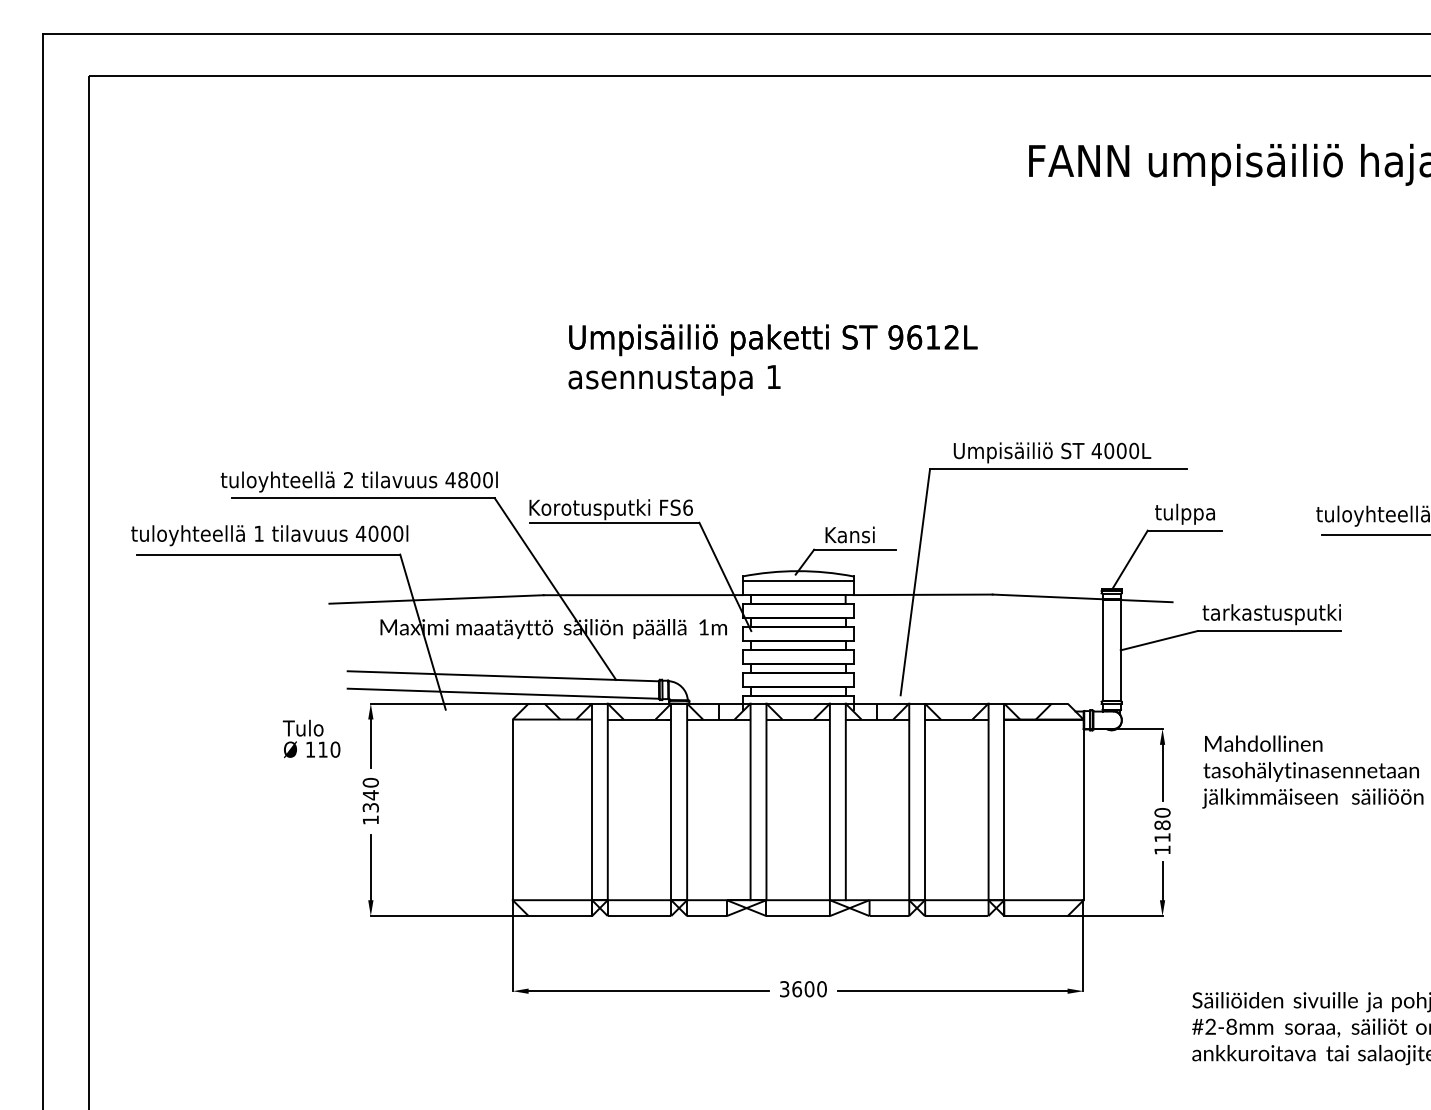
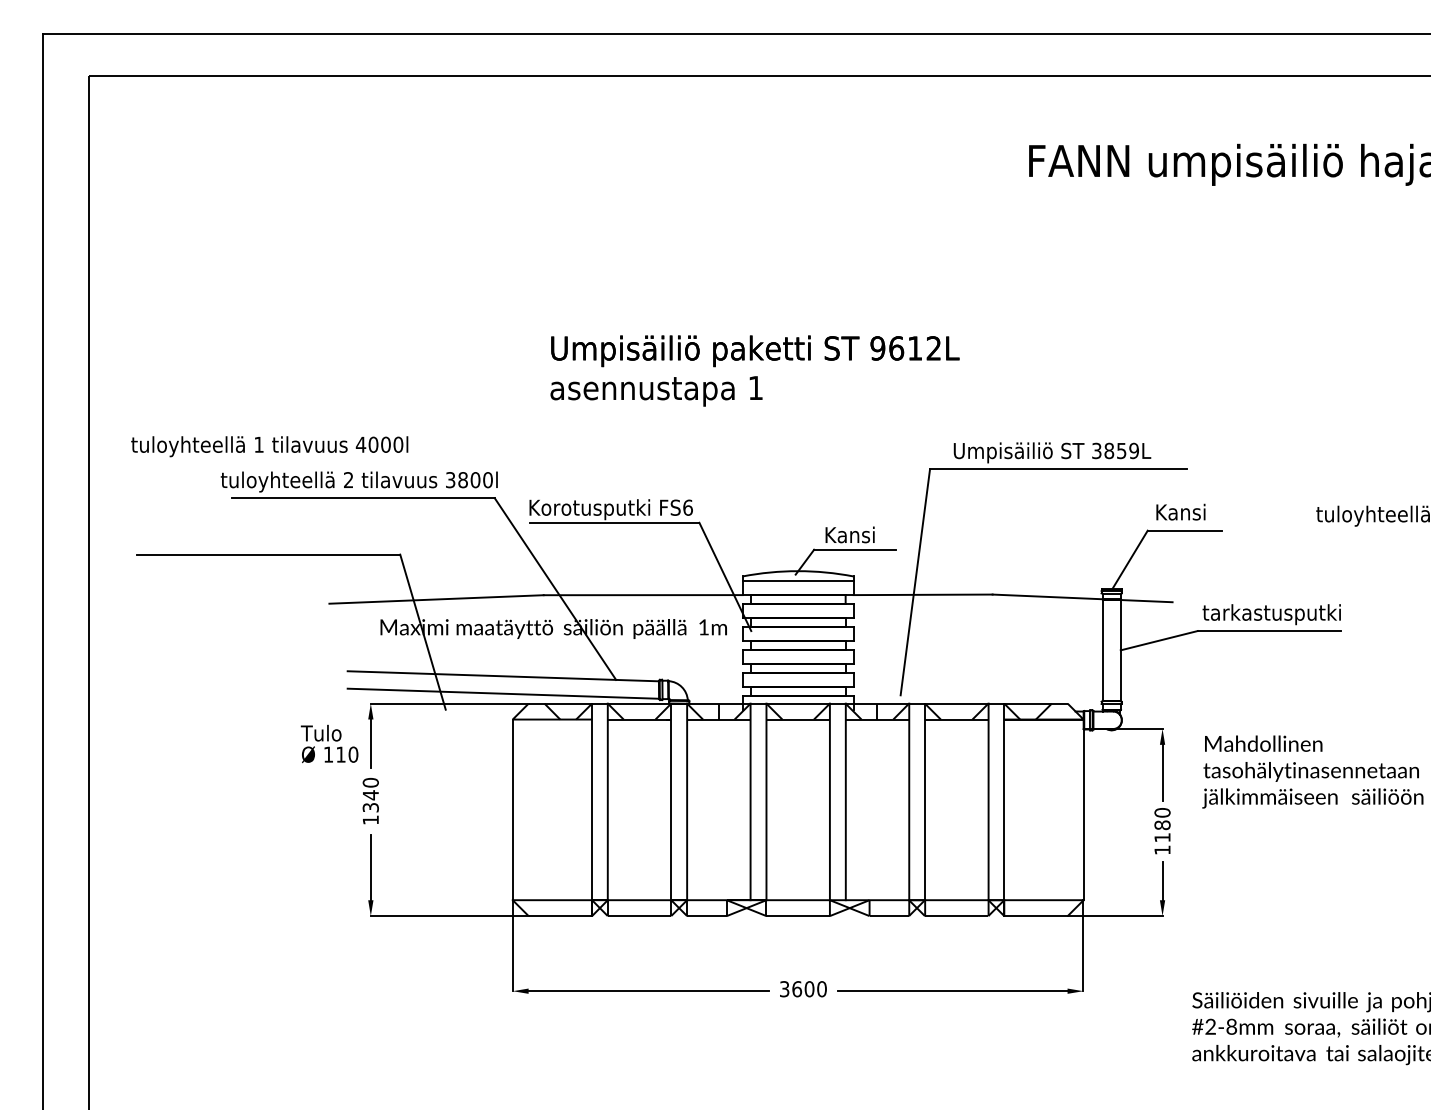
text at (772, 359) position: (772, 359) -> (754, 370)
text at (1114, 450): 4000L -> 3859L
text at (450, 480): 4800l -> 3800l
text at (1184, 513): tulppa -> Kansi
text at (269, 535) position: (269, 535) -> (269, 446)
line at (1374, 535): present -> none
text at (311, 738) position: (311, 738) -> (329, 743)
